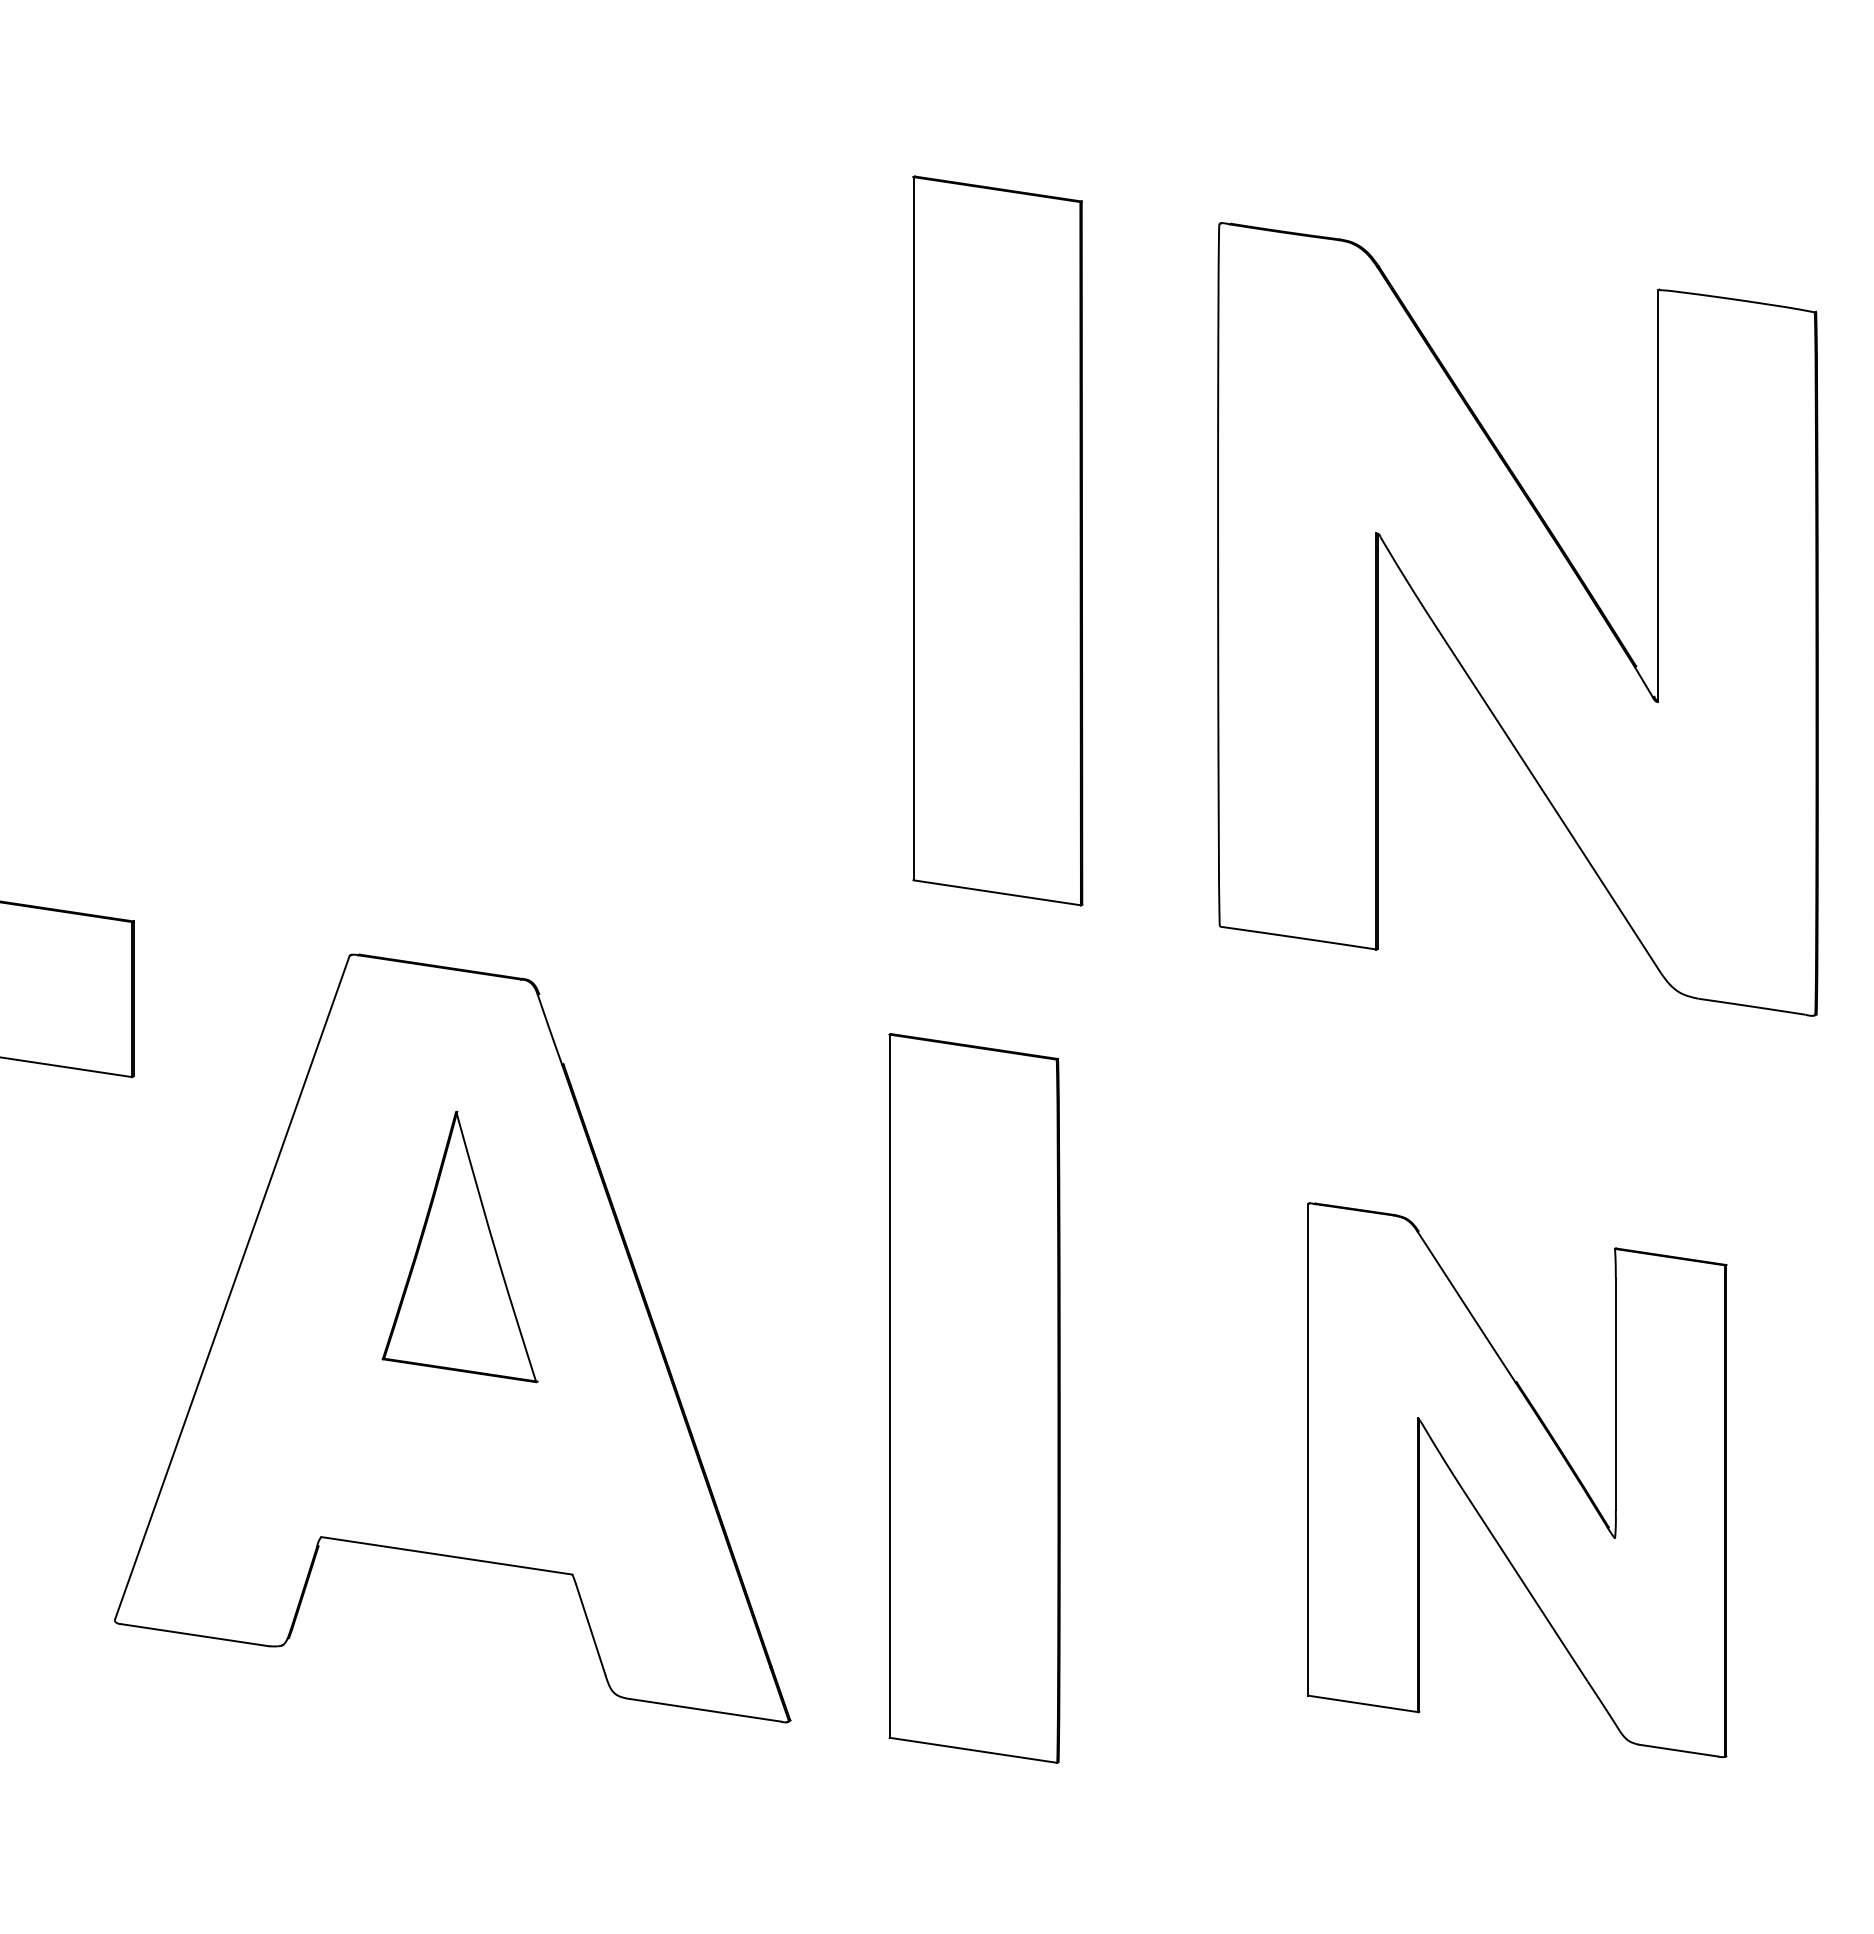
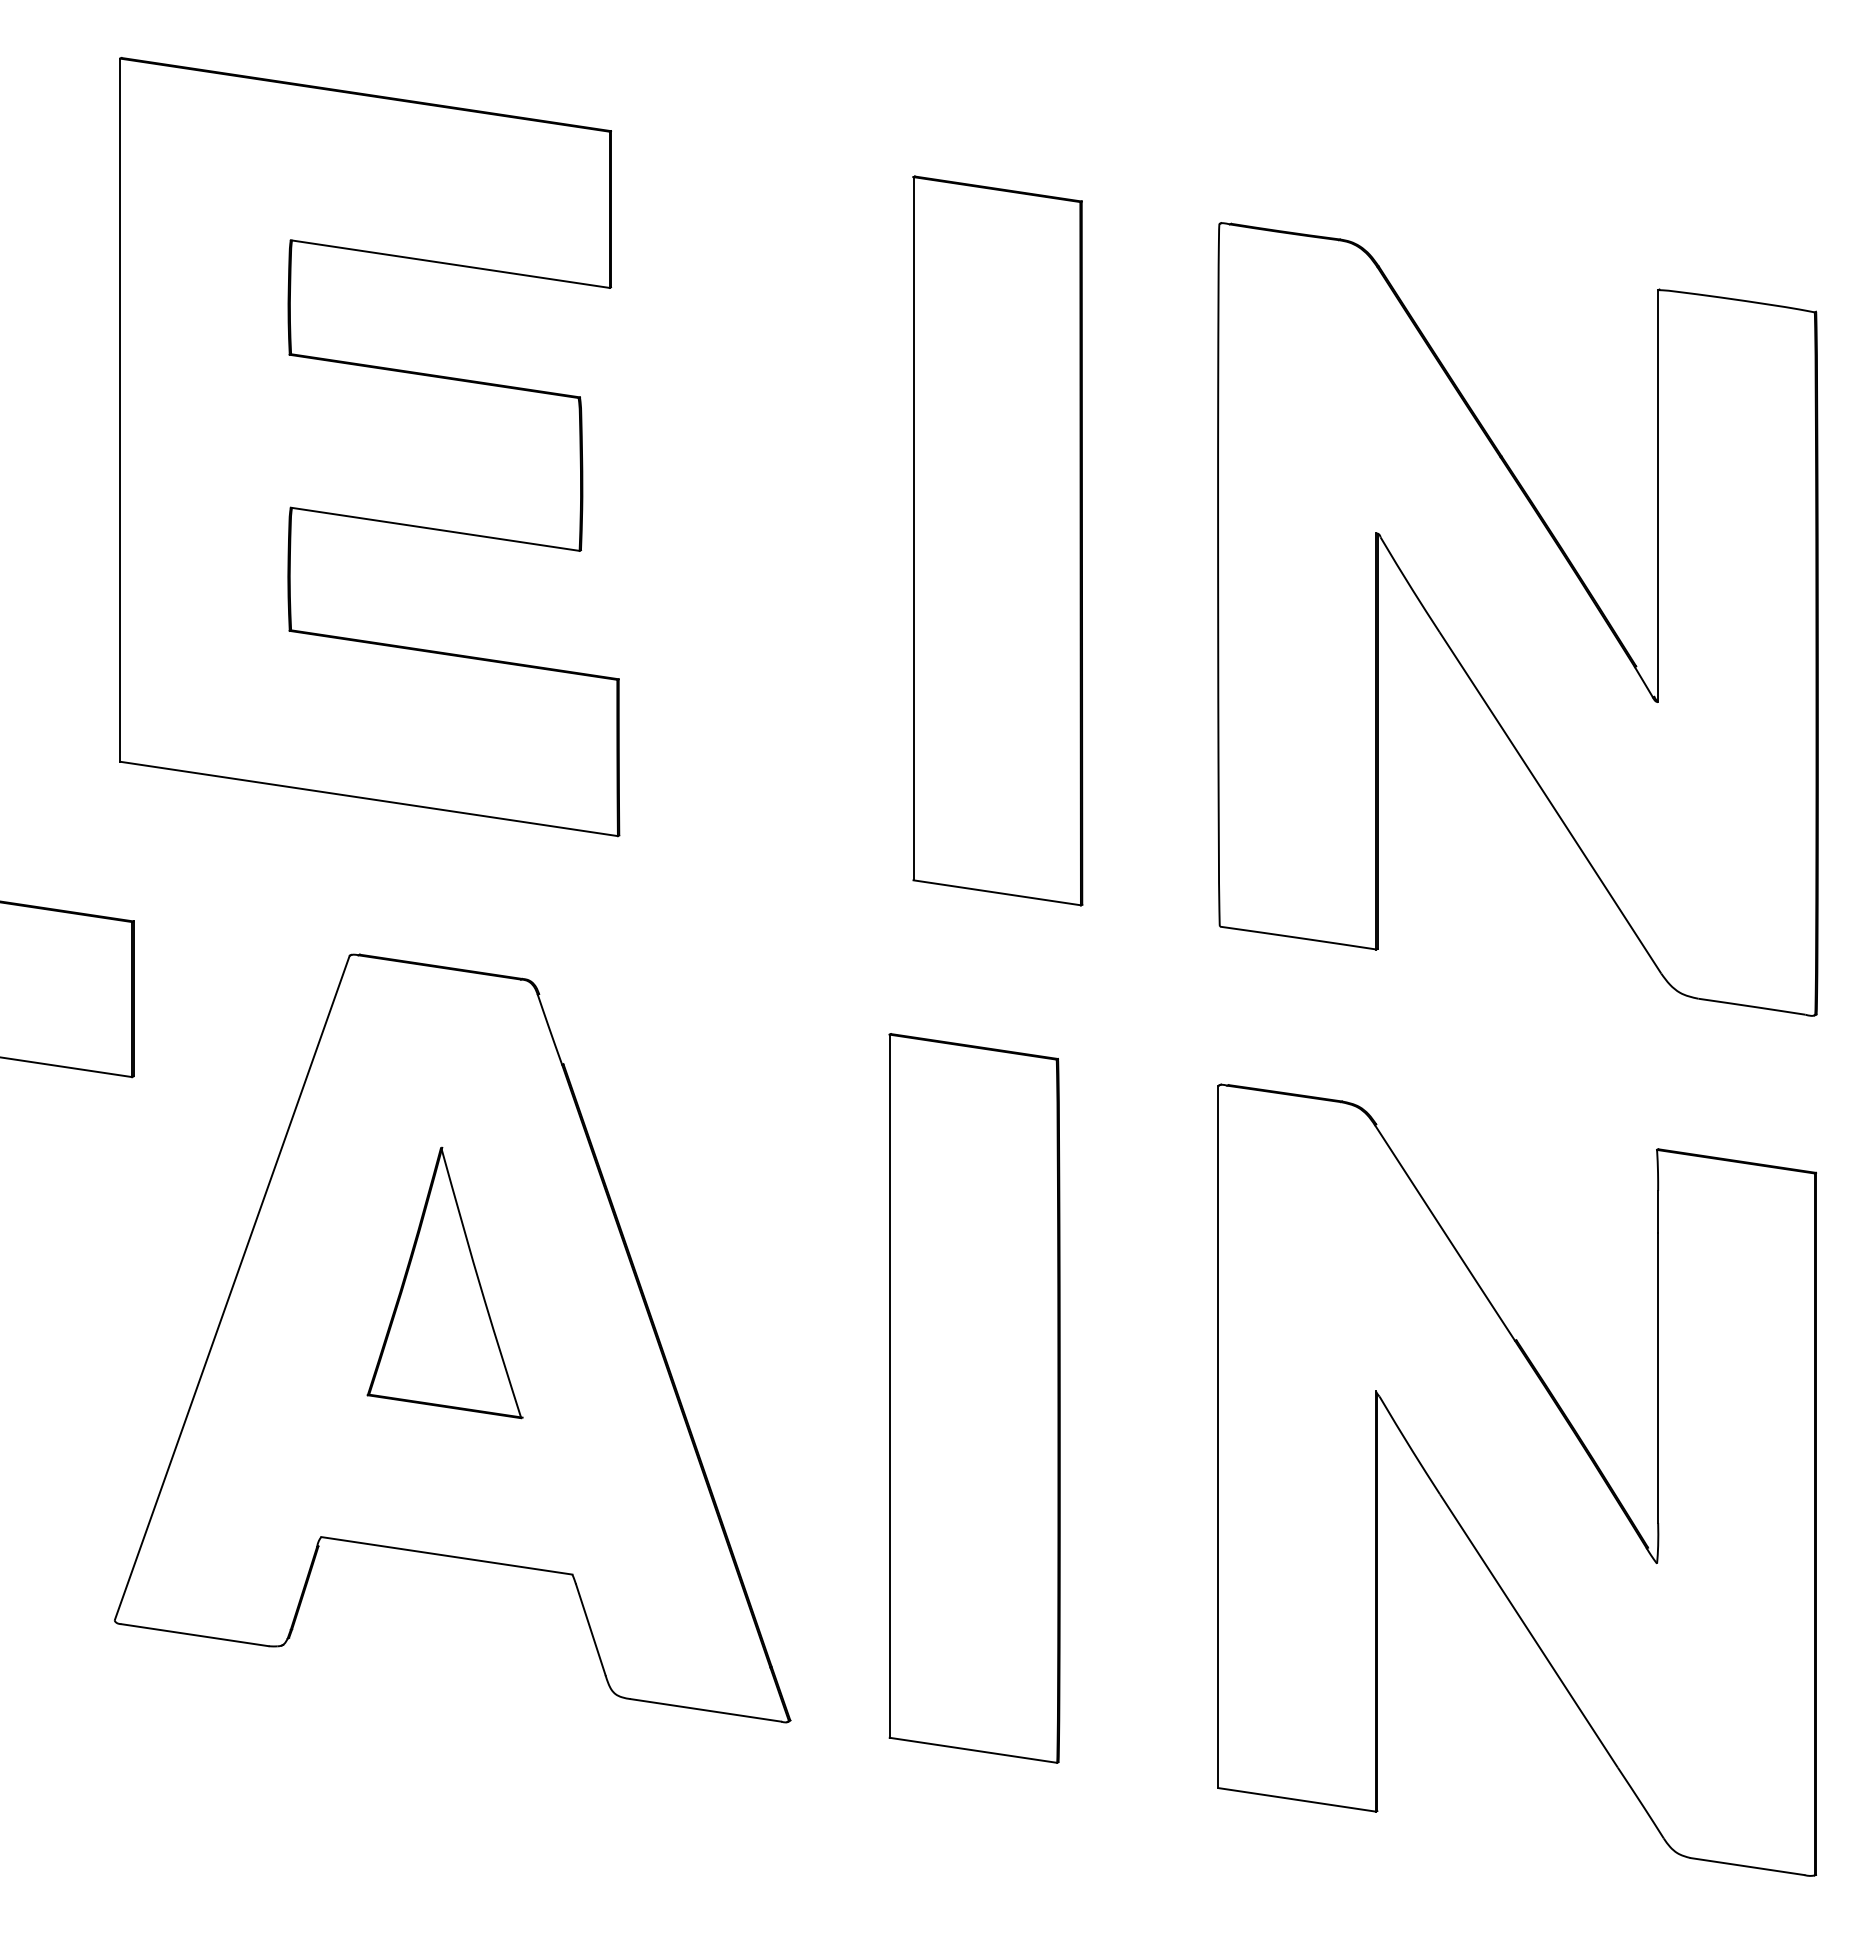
part at (369, 447): none -> present
part at (459, 1246) position: (459, 1246) -> (444, 1282)
part at (1517, 1479) size: 421x556 px -> 600x794 px
